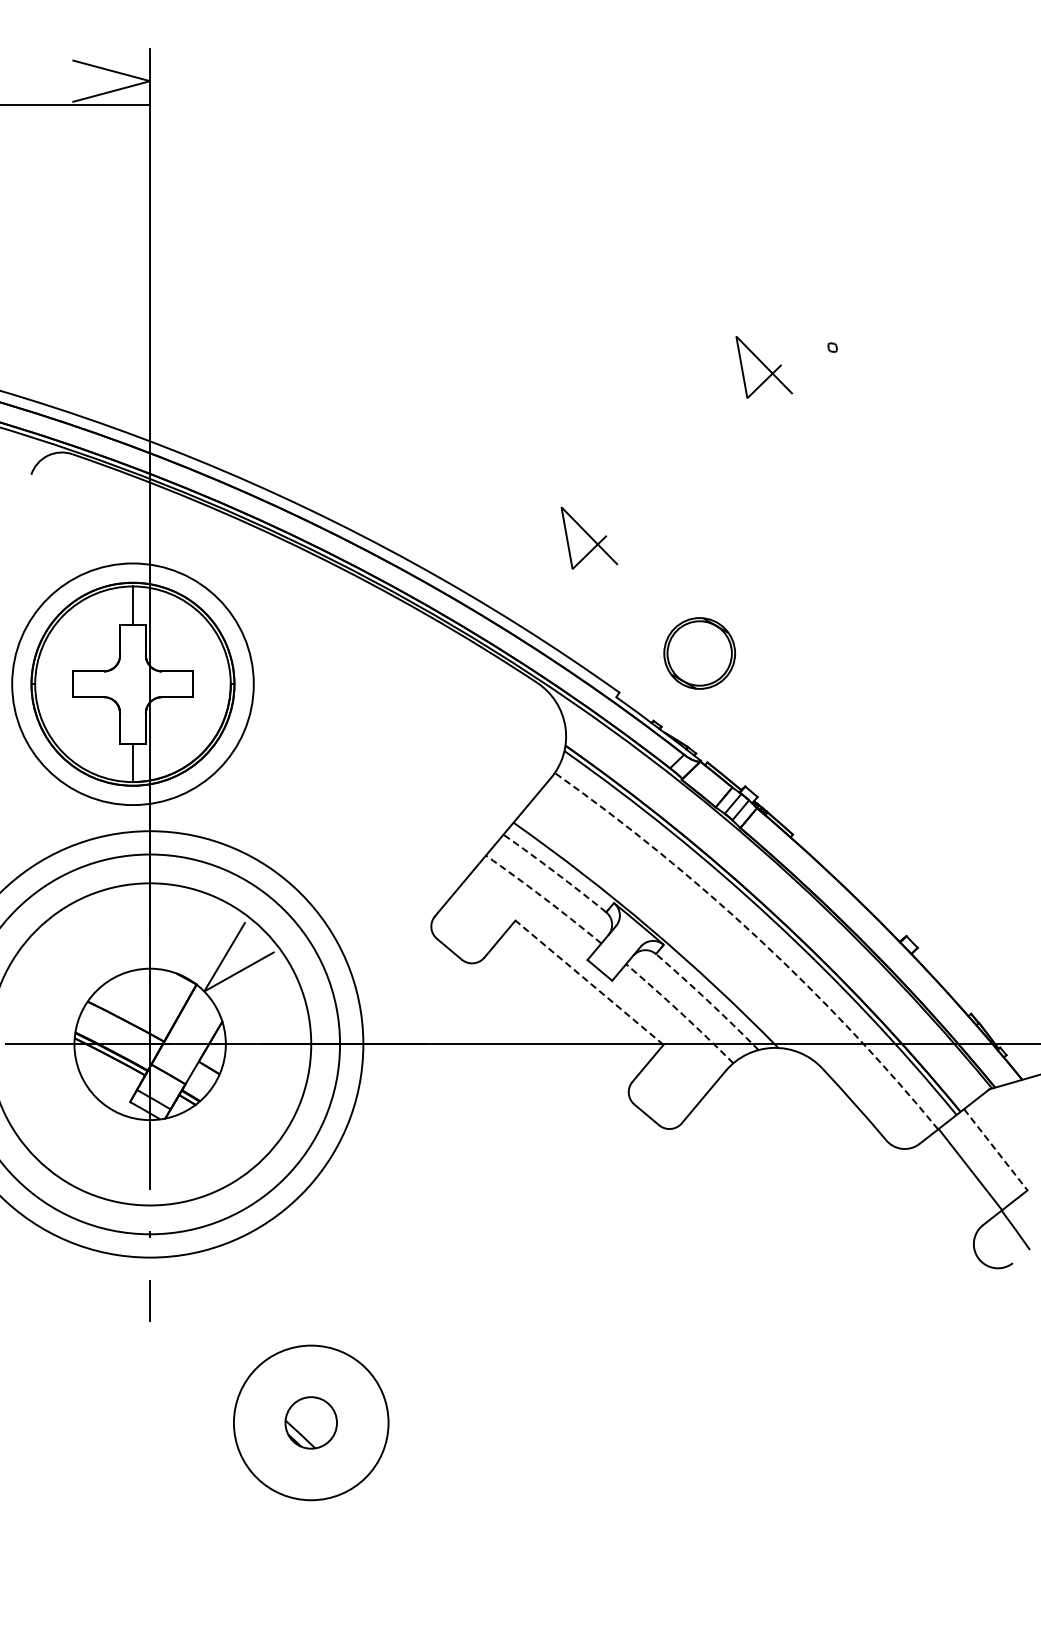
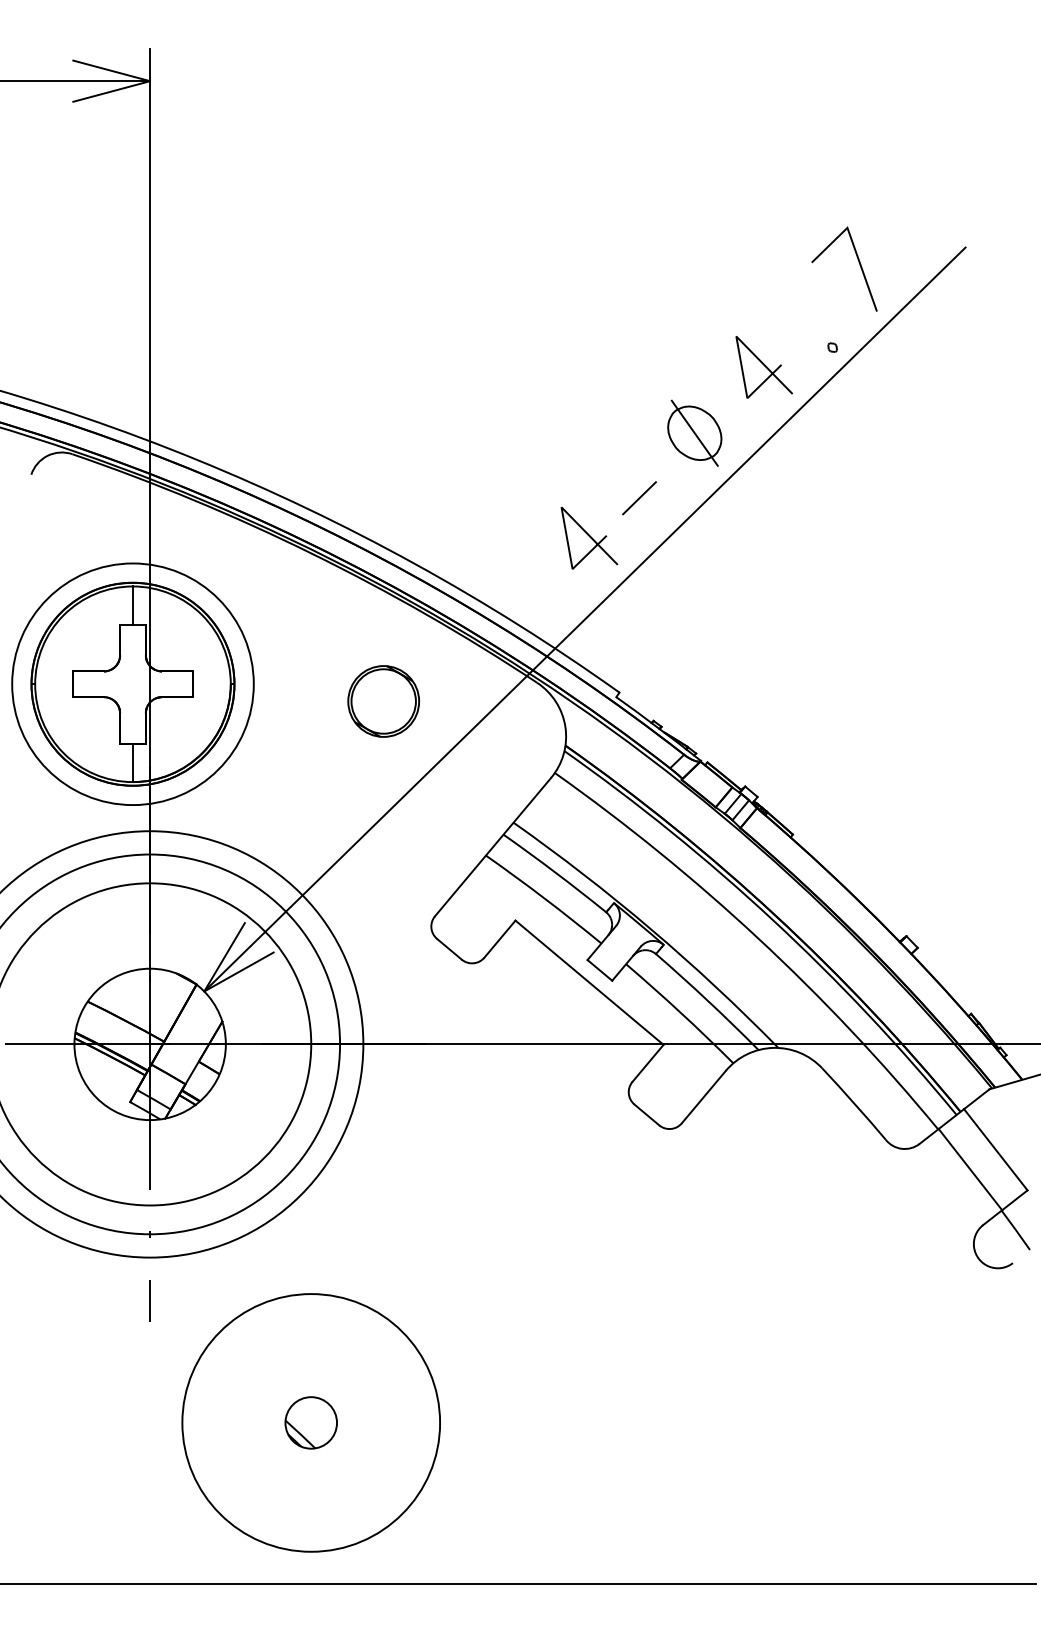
line at (76, 105) position: (76, 105) -> (76, 81)
line at (858, 262): none -> present
part at (694, 432): none -> present
line at (639, 498): none -> present
line at (584, 619): none -> present
part at (699, 653) position: (699, 653) -> (383, 701)
arc at (555, 872): dashed -> solid
arc at (544, 898): dashed -> solid
arc at (758, 938): dashed -> solid
line at (589, 982): dashed -> solid
arc at (708, 1001): dashed -> solid
arc at (680, 1012): dashed -> solid
line at (995, 1149): dashed -> solid
circle at (310, 1422) diameter: 155 px -> 258 px
line at (519, 1584): none -> present
